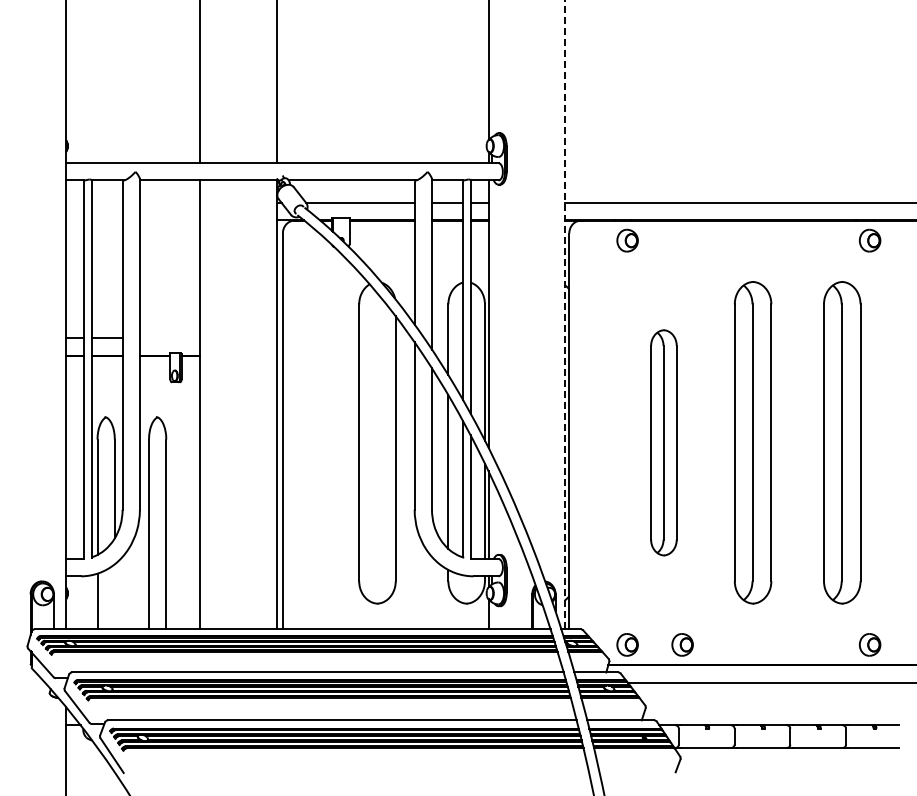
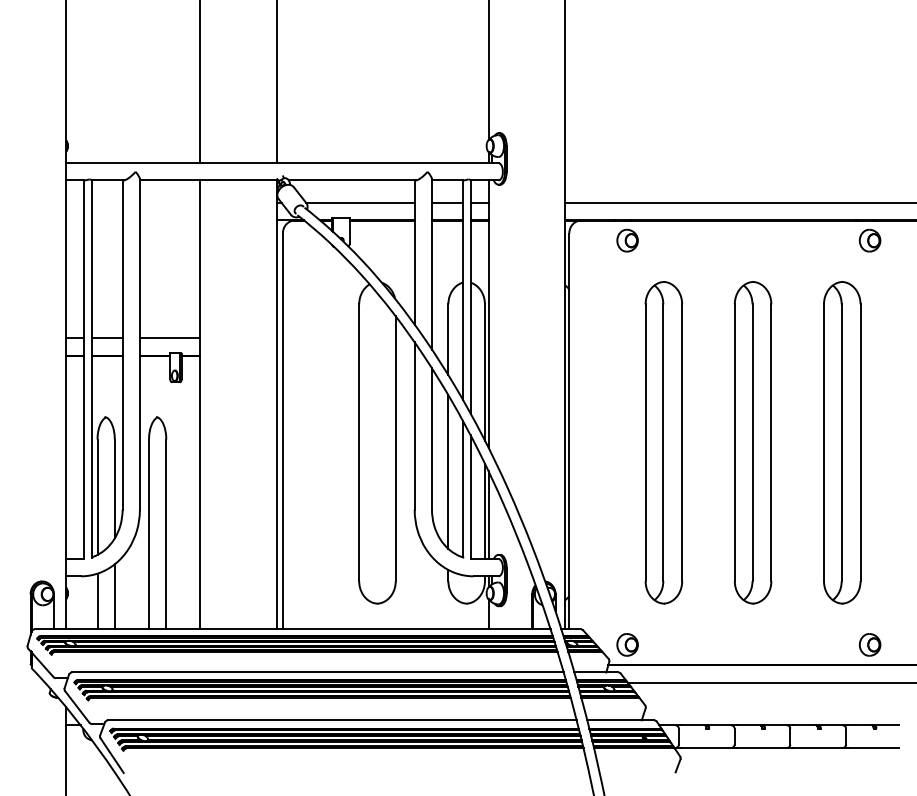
line at (564, 314): dashed -> solid
line at (169, 338): none -> present
part at (663, 442) size: 28x228 px -> 40x324 px
line at (114, 596): none -> present
part at (682, 644): present -> none
